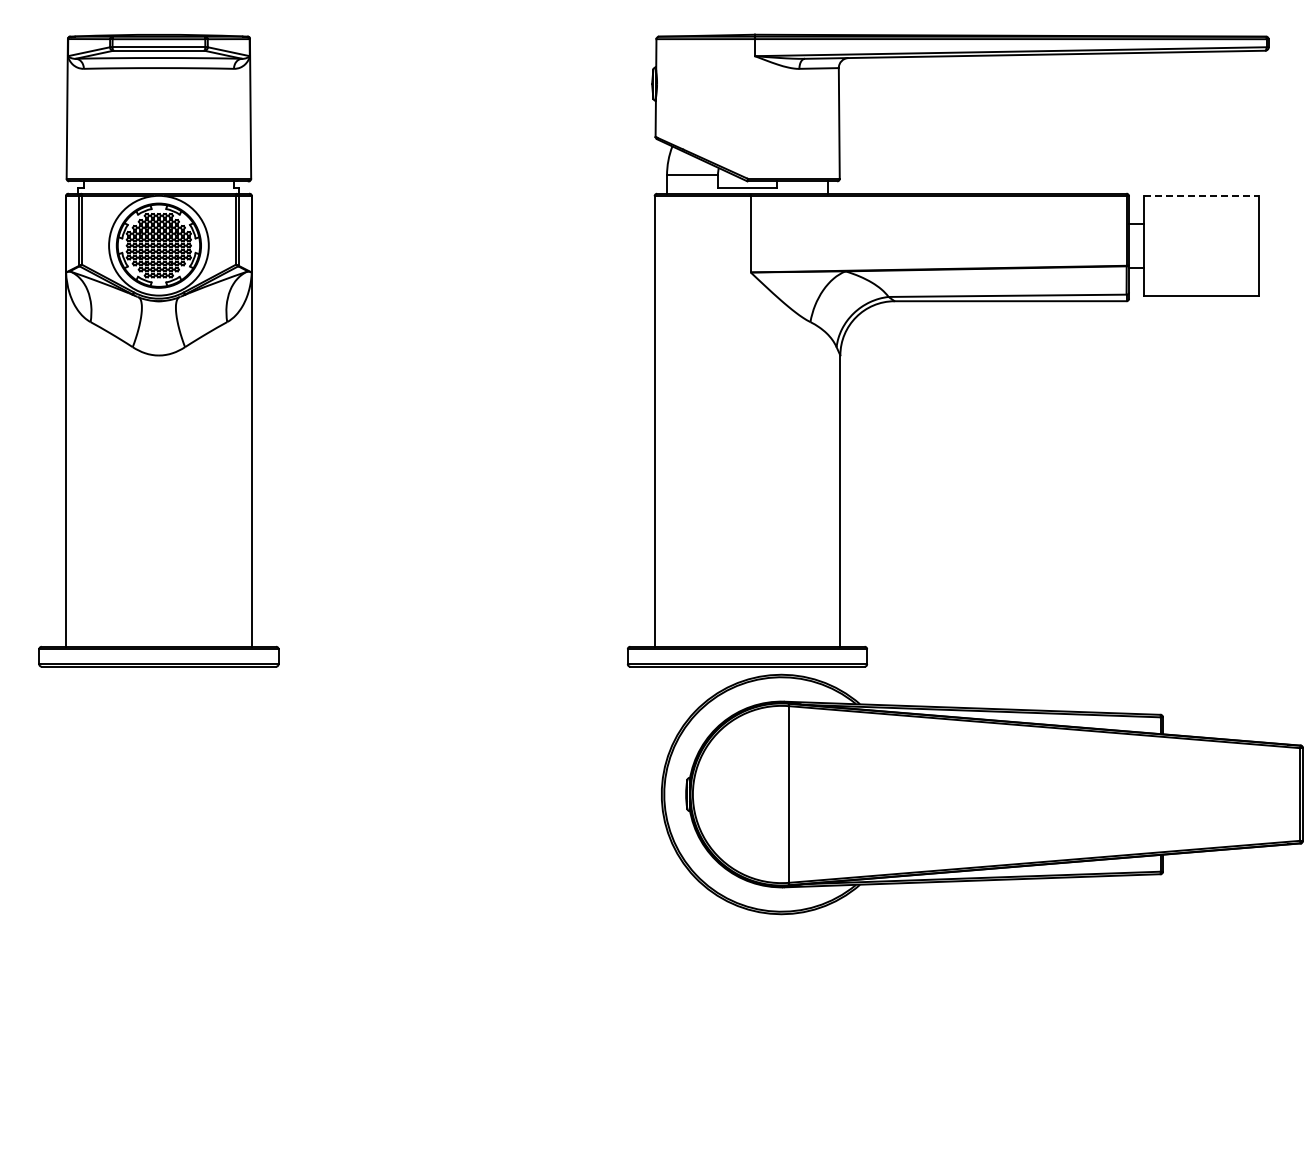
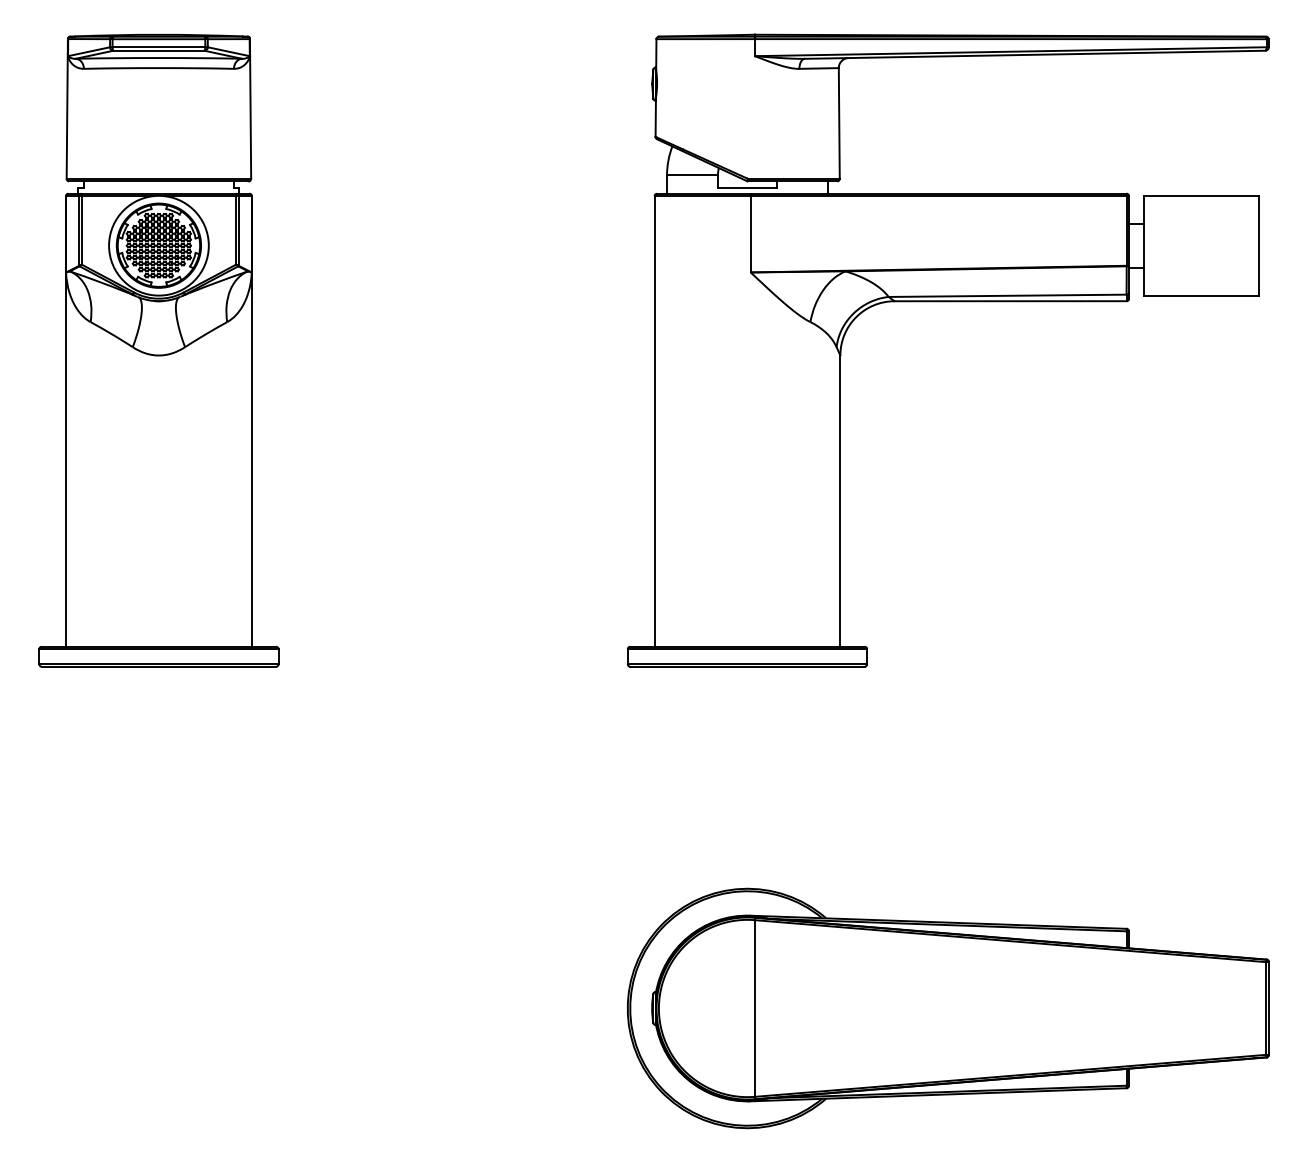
line at (1201, 195): dashed -> solid
part at (982, 794) position: (982, 794) -> (948, 1008)
